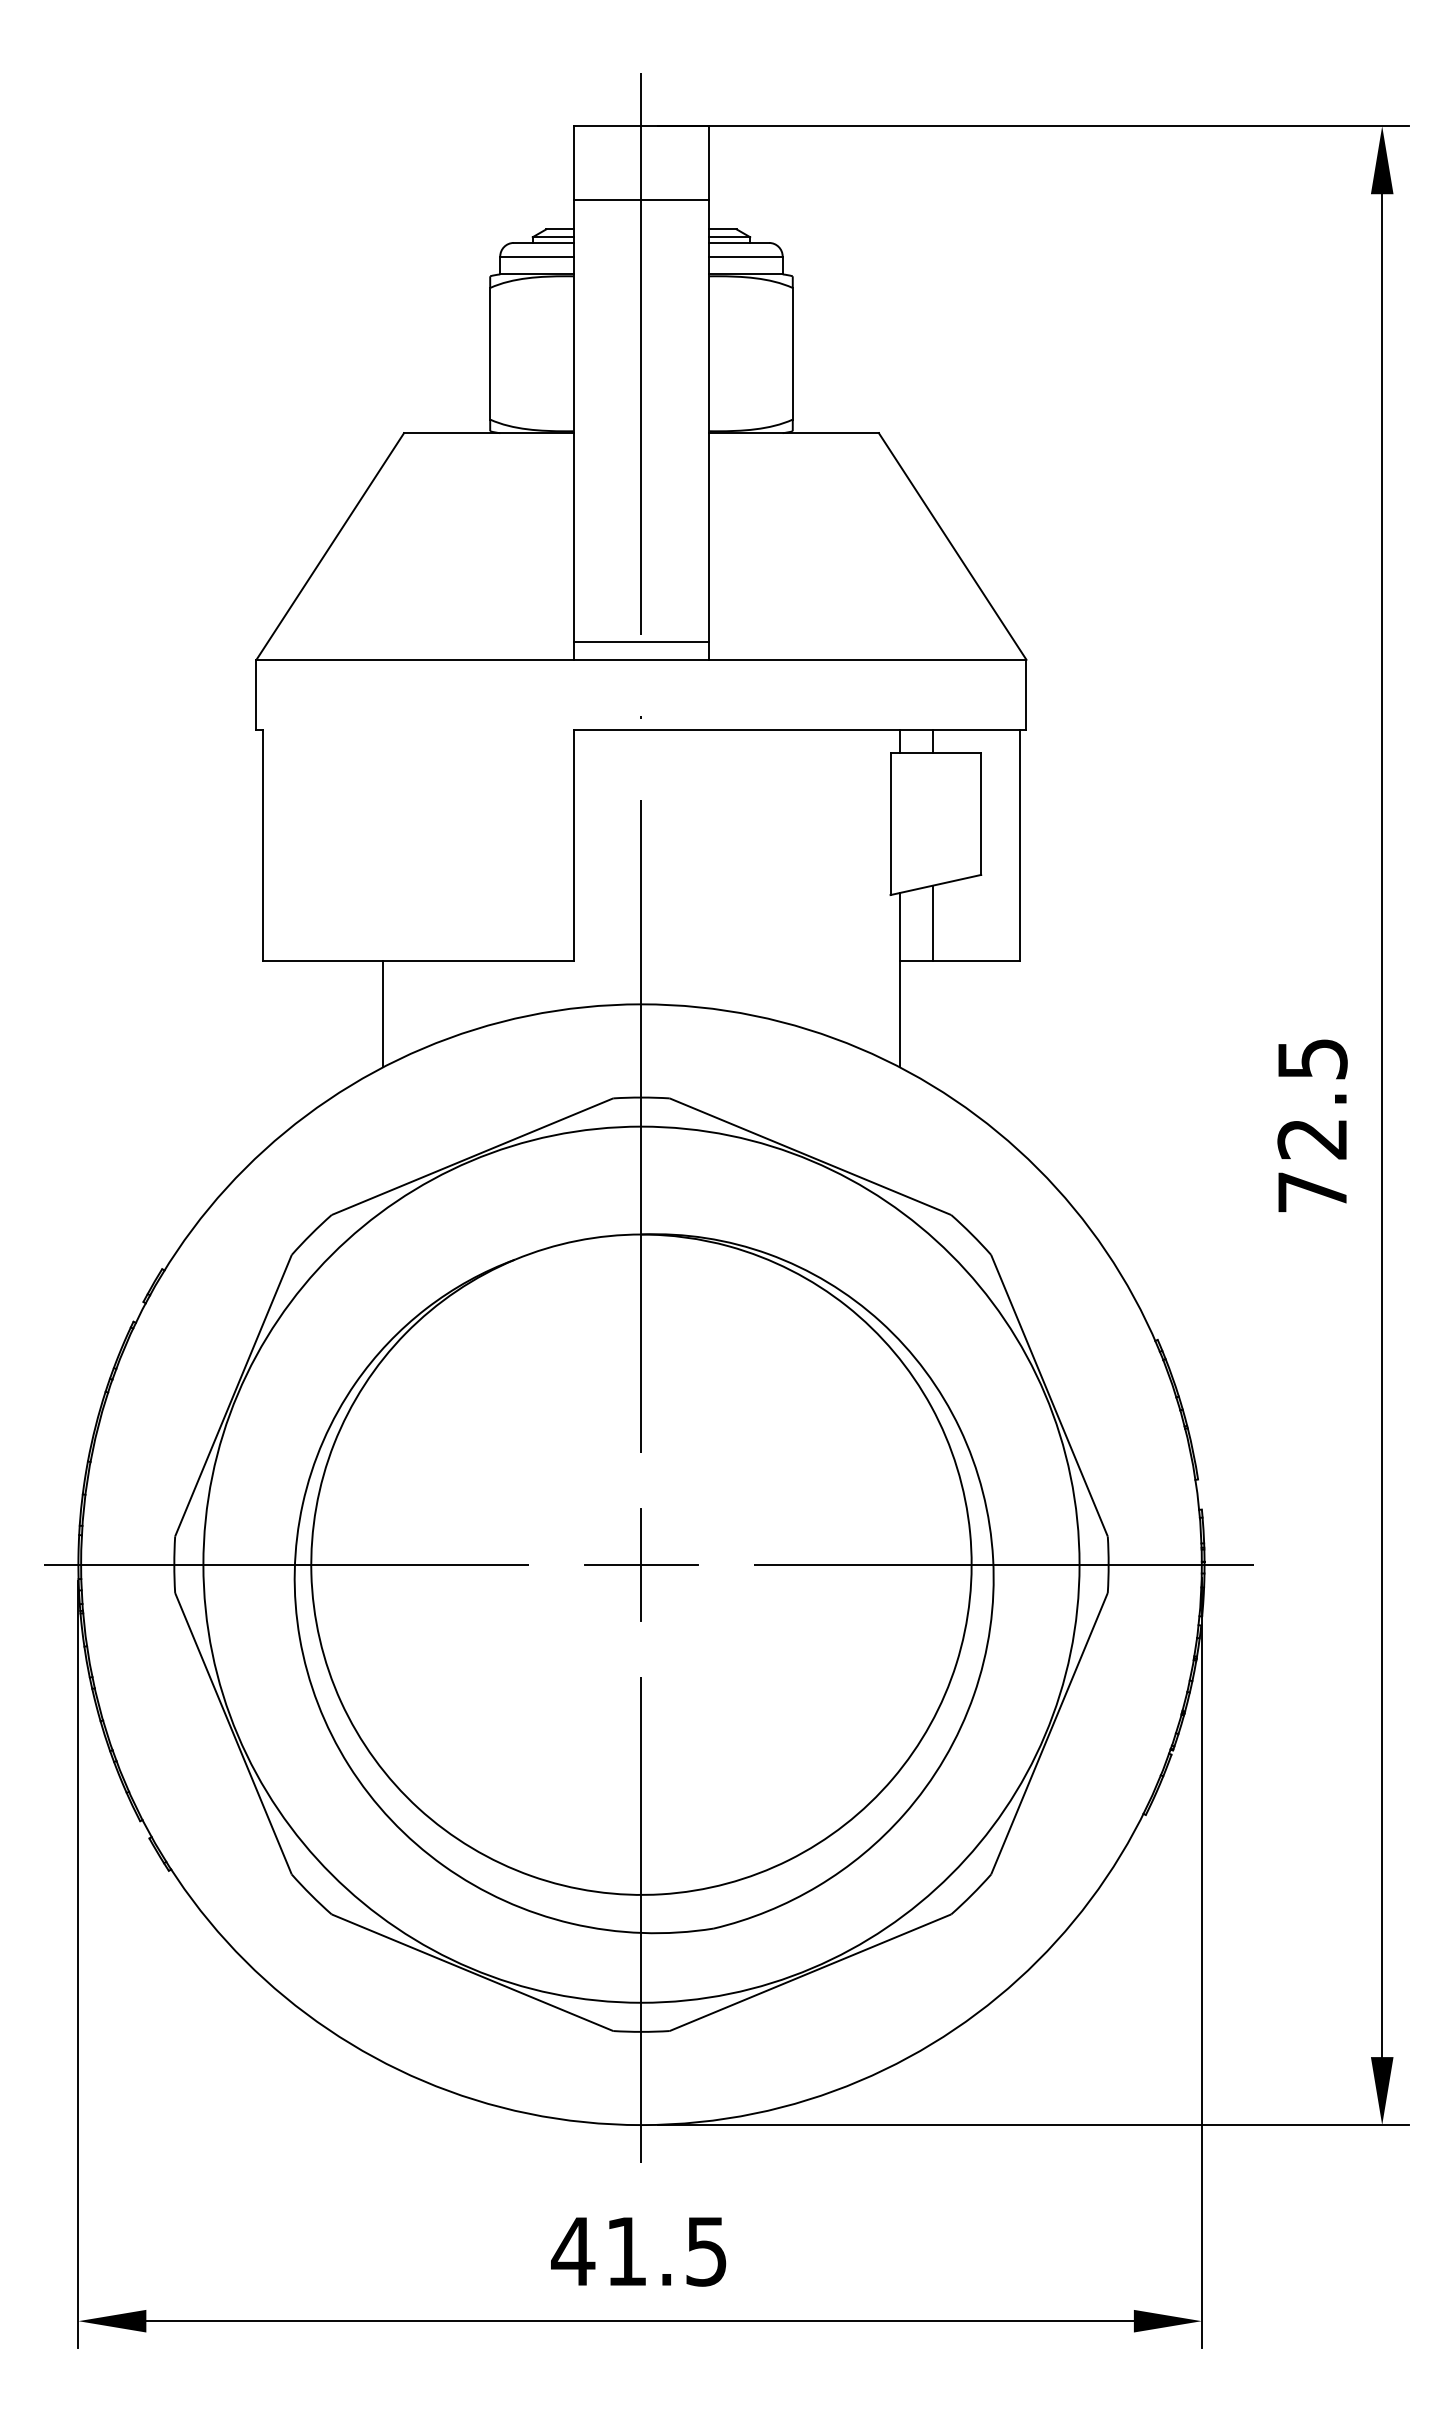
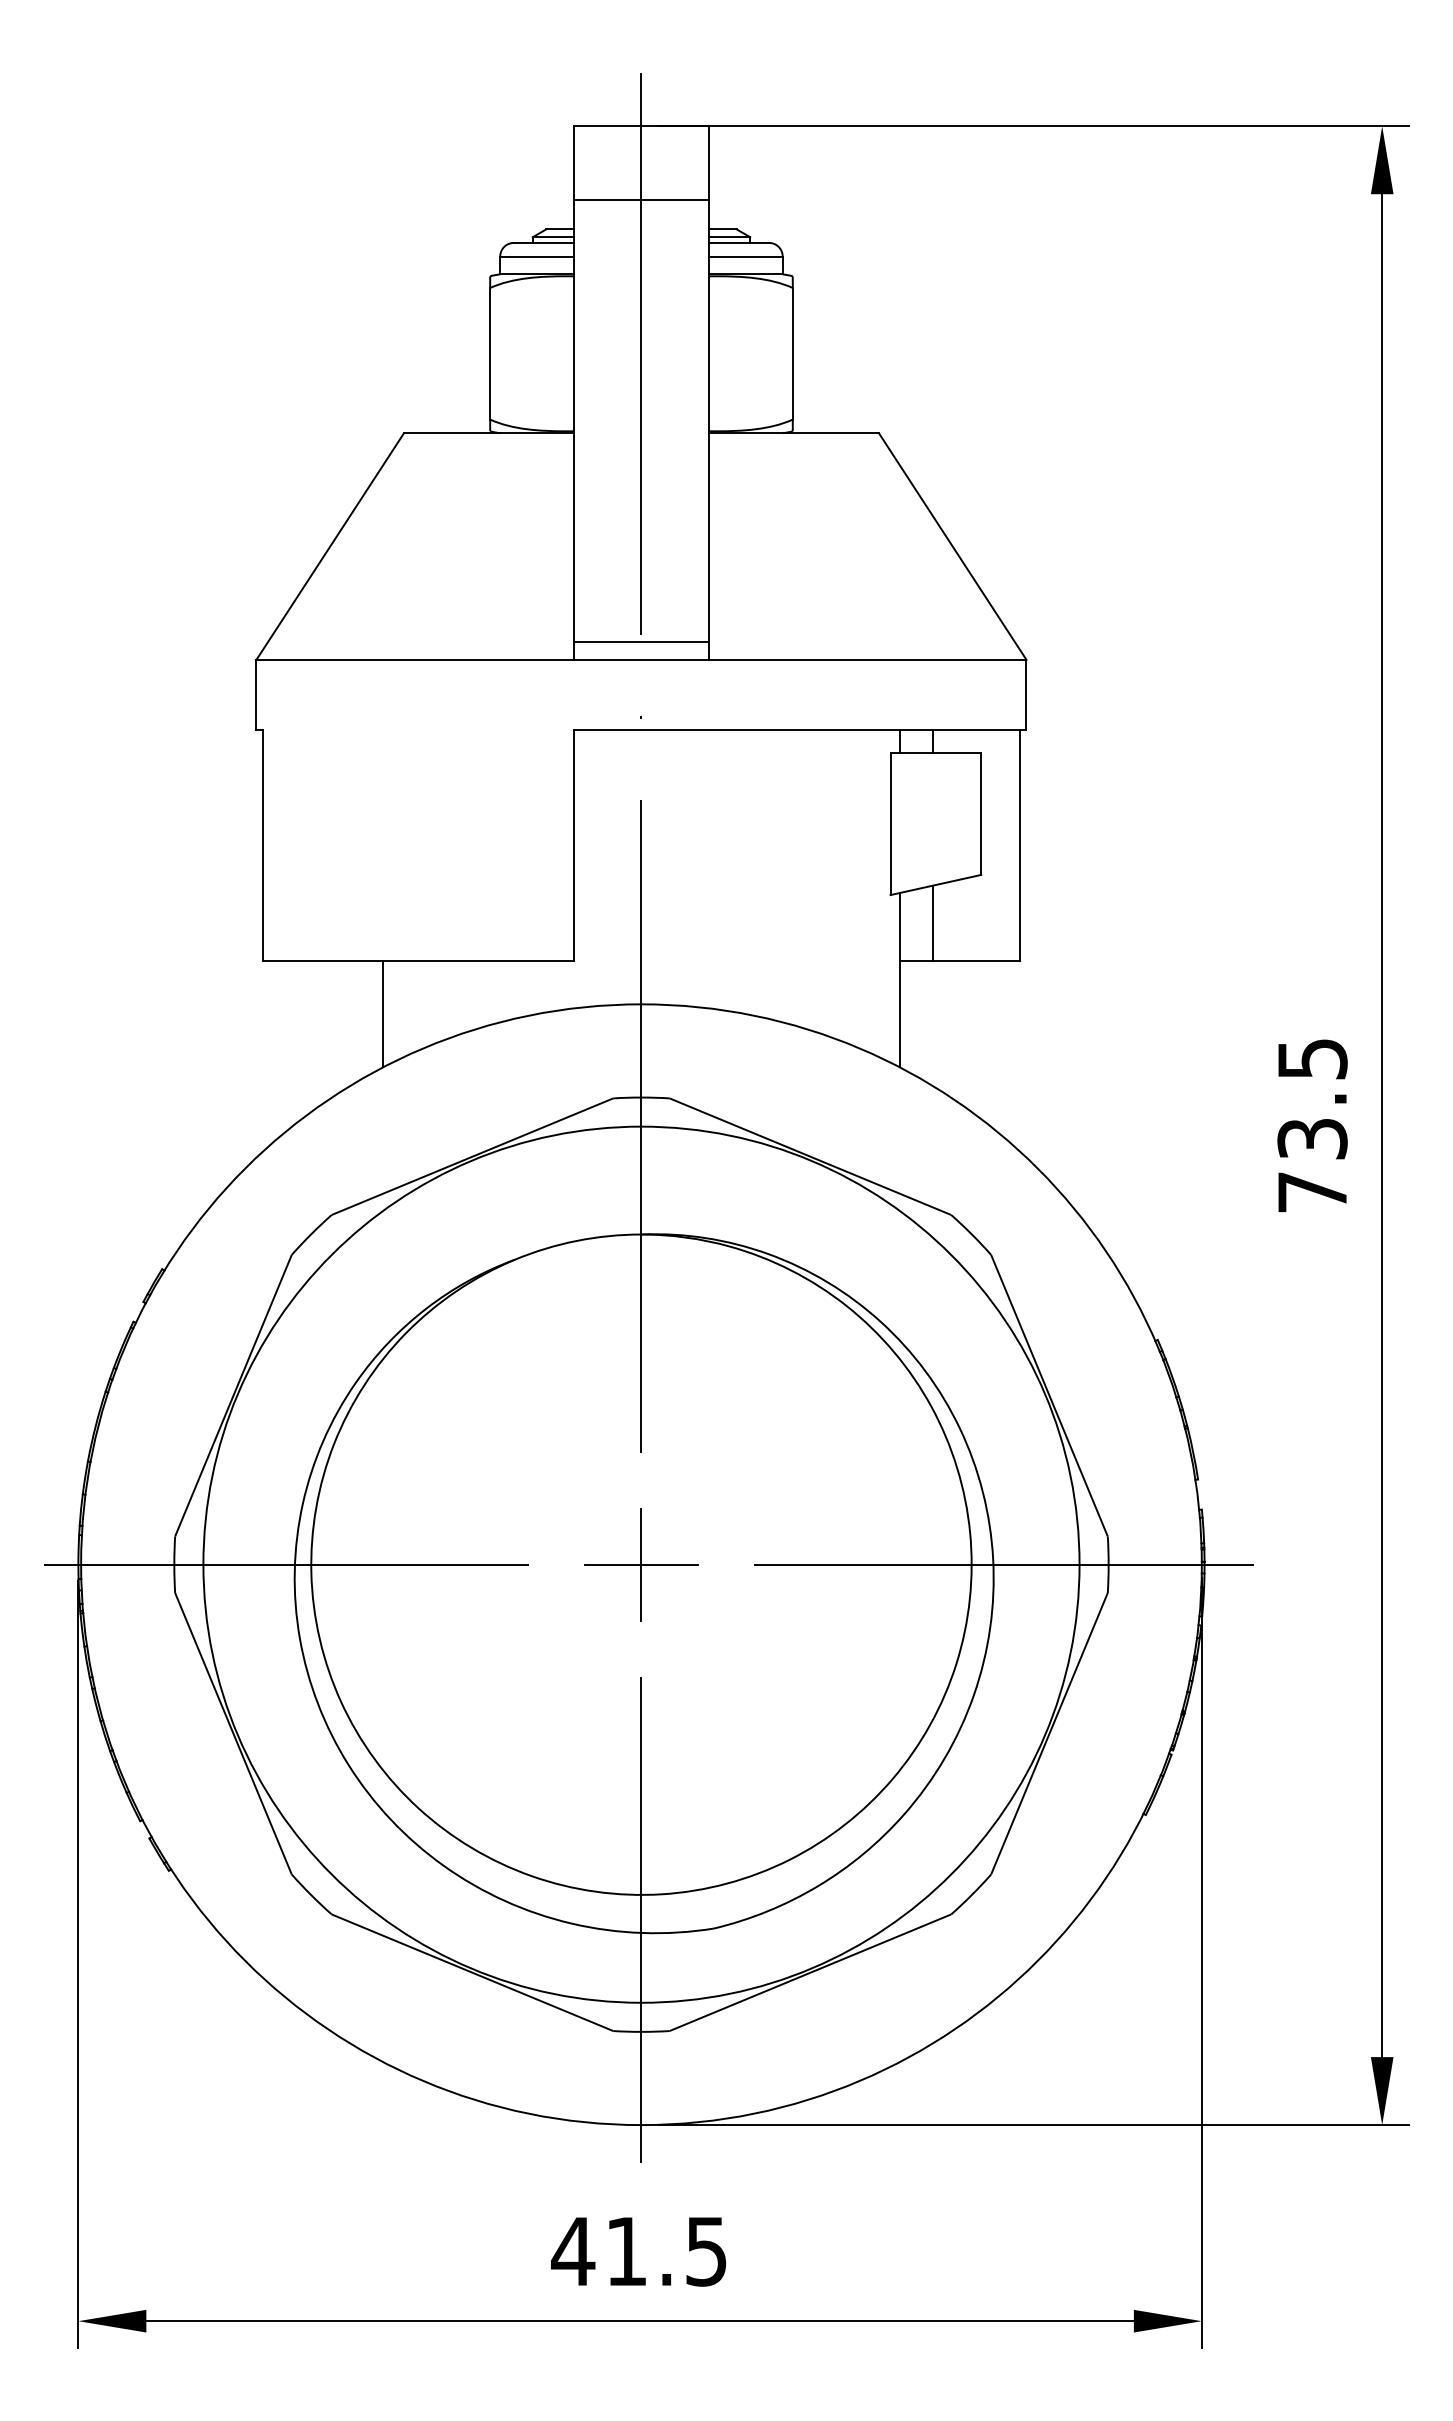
text at (1312, 1139): 72.5 -> 73.5
